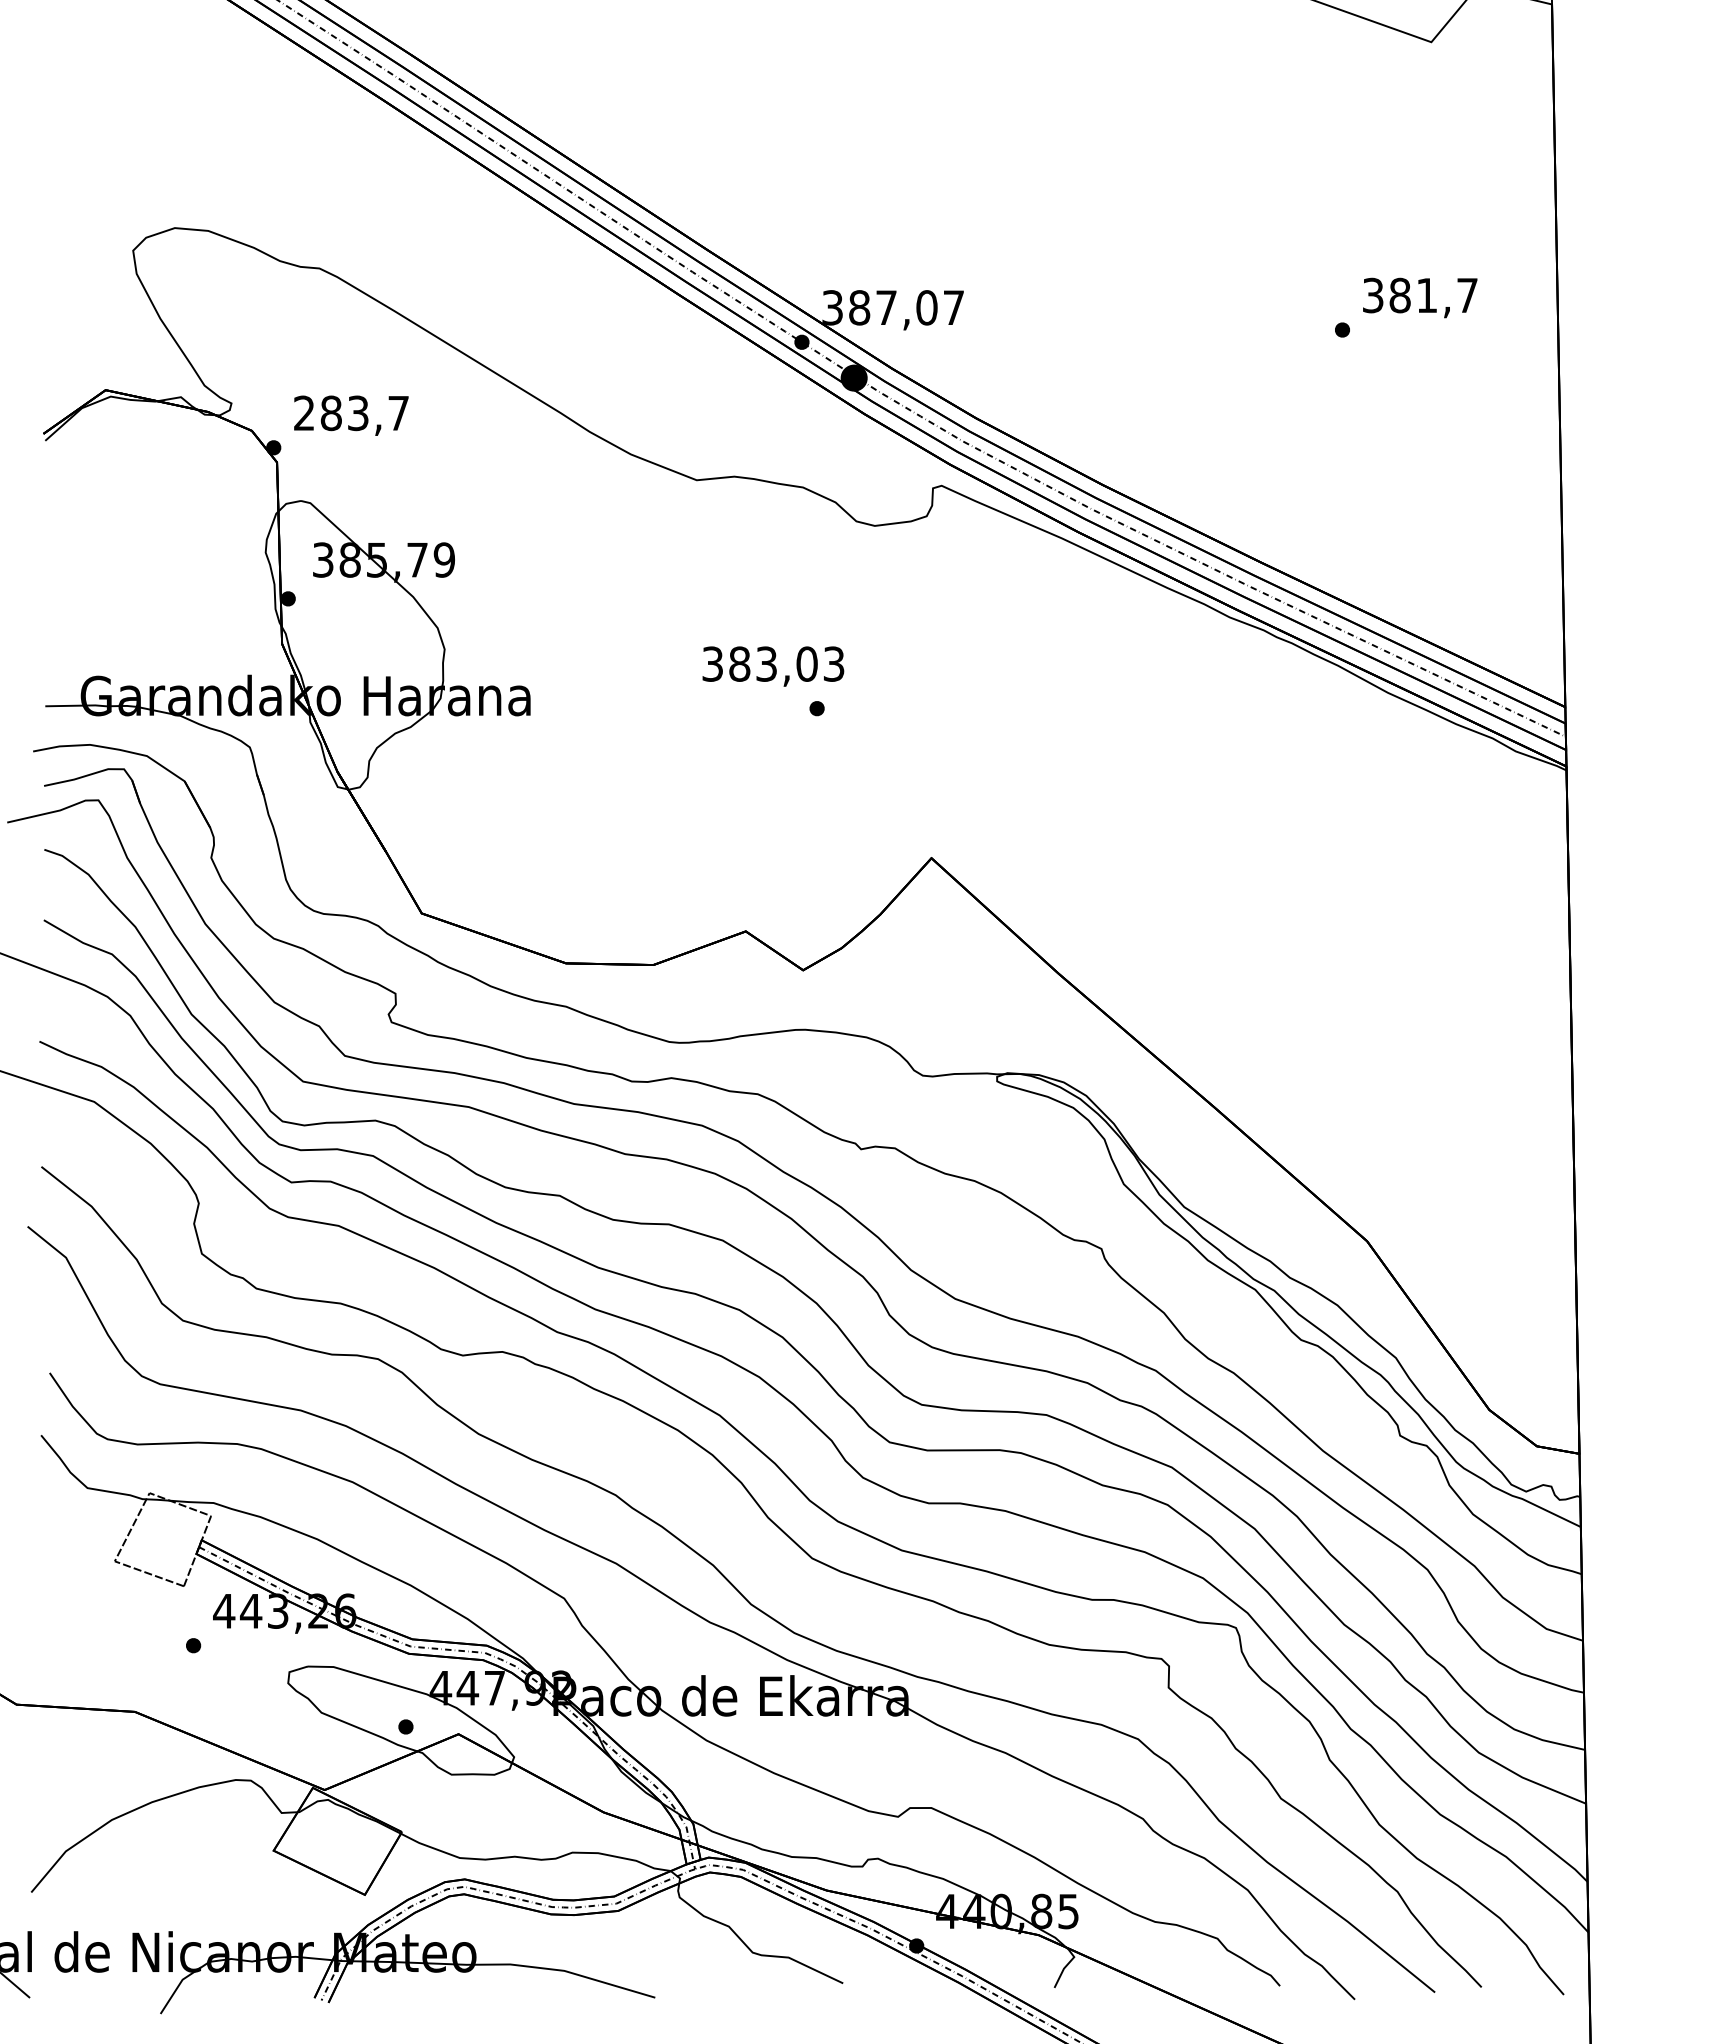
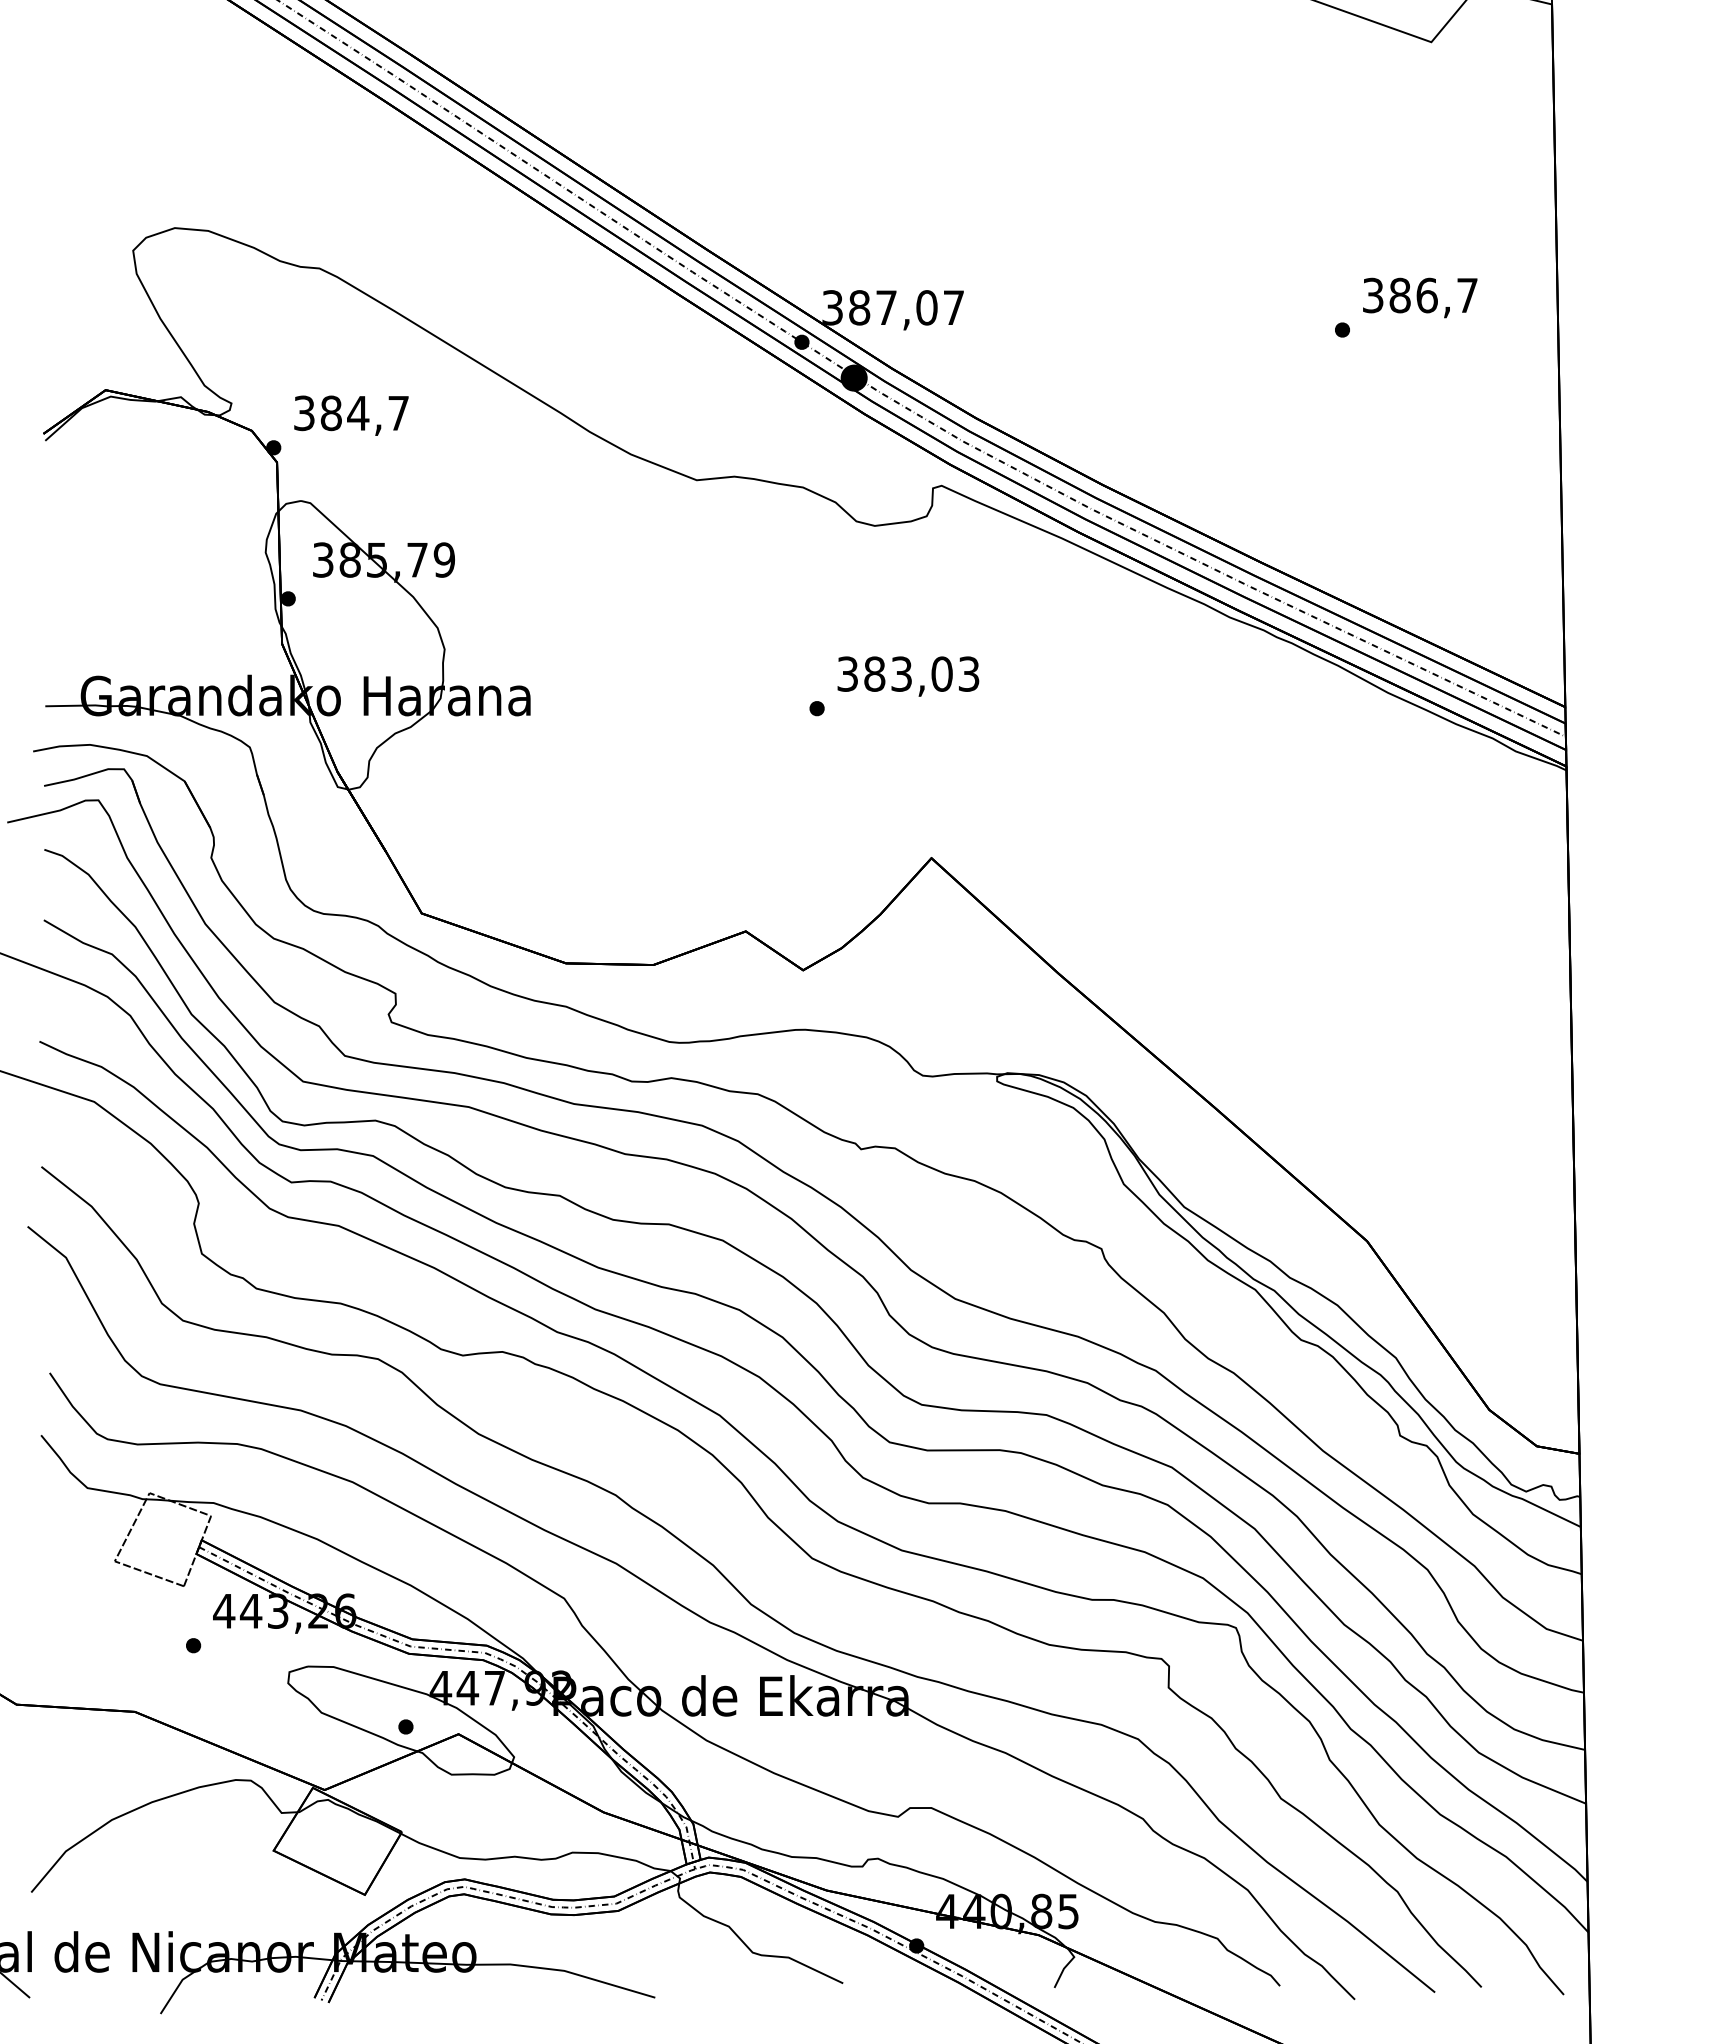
text at (1426, 295): 381,7 -> 386,7
text at (331, 413): 283,7 -> 384,7
text at (773, 666) position: (773, 666) -> (908, 676)
